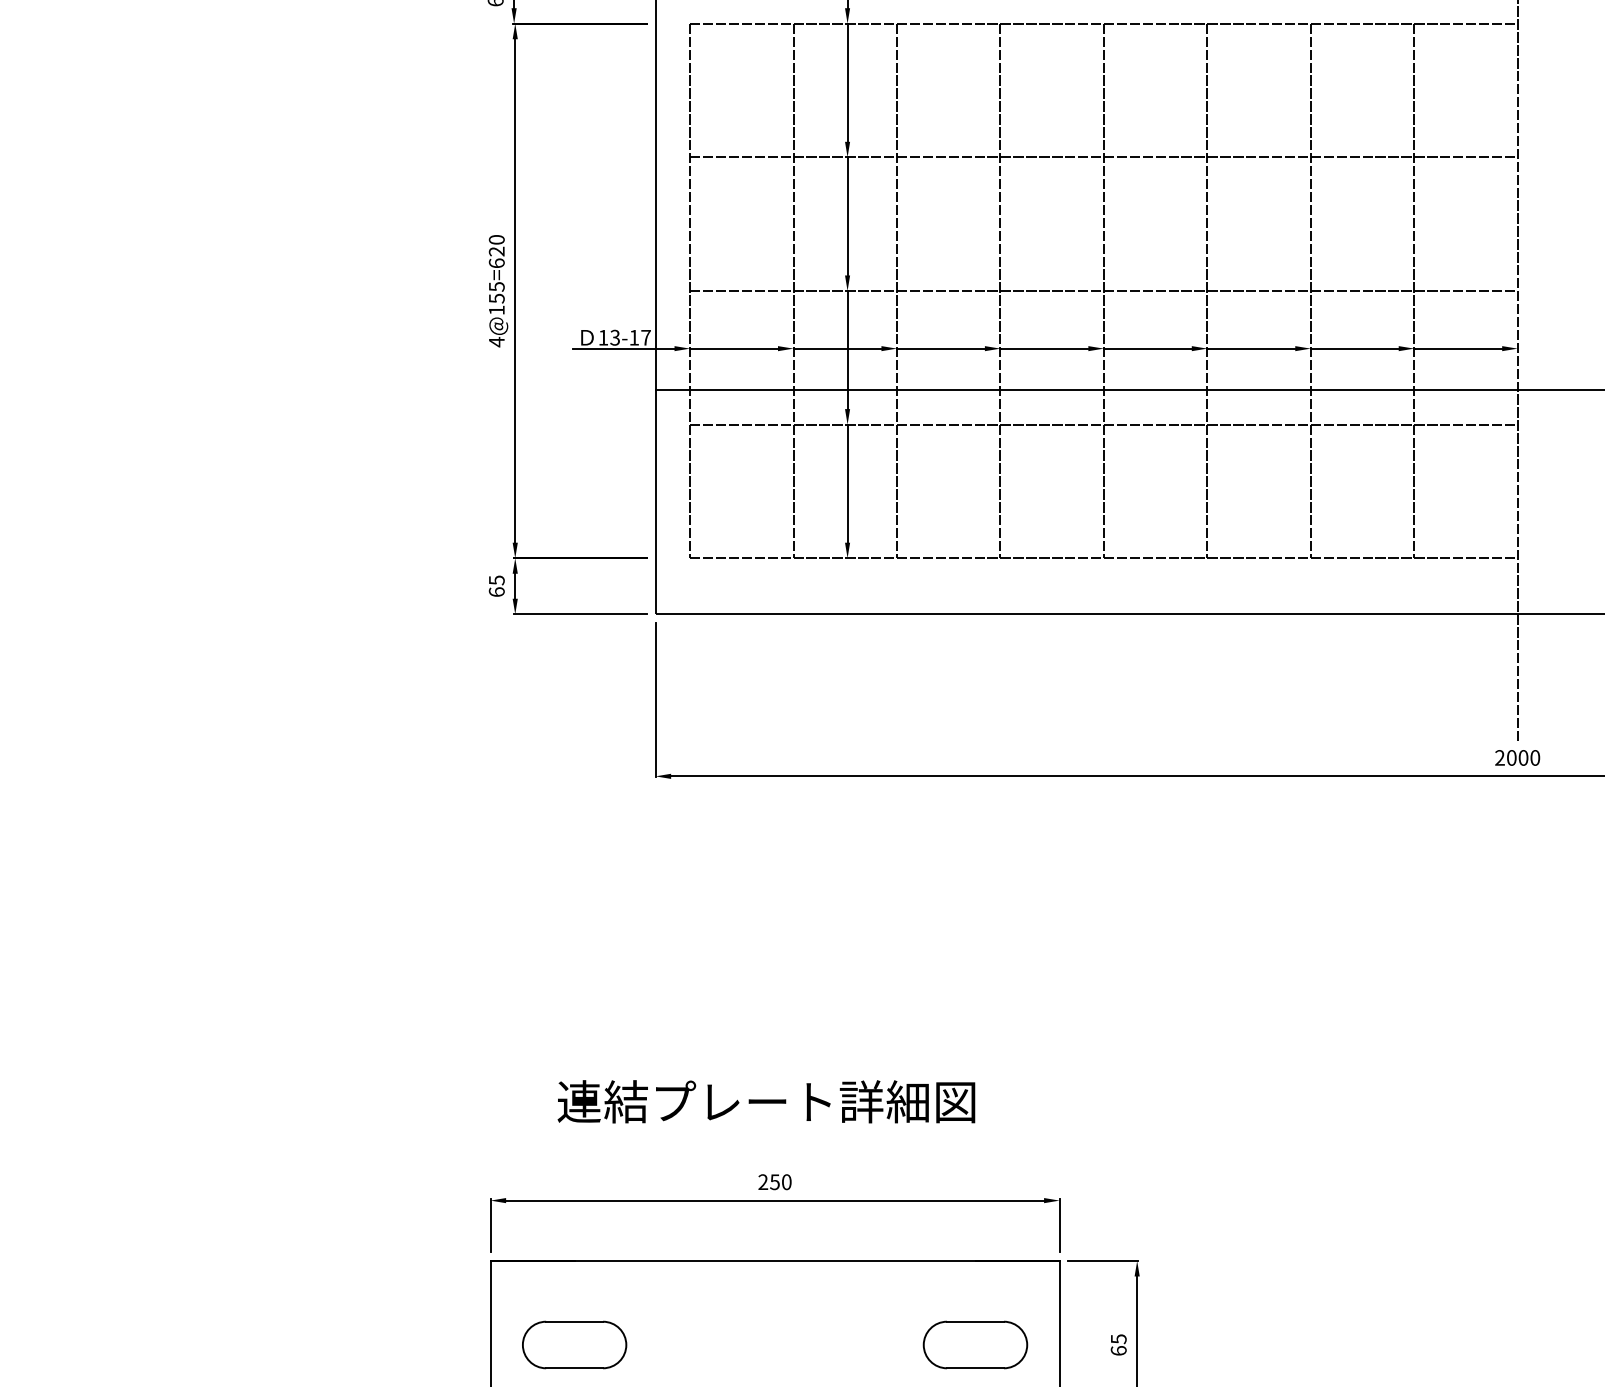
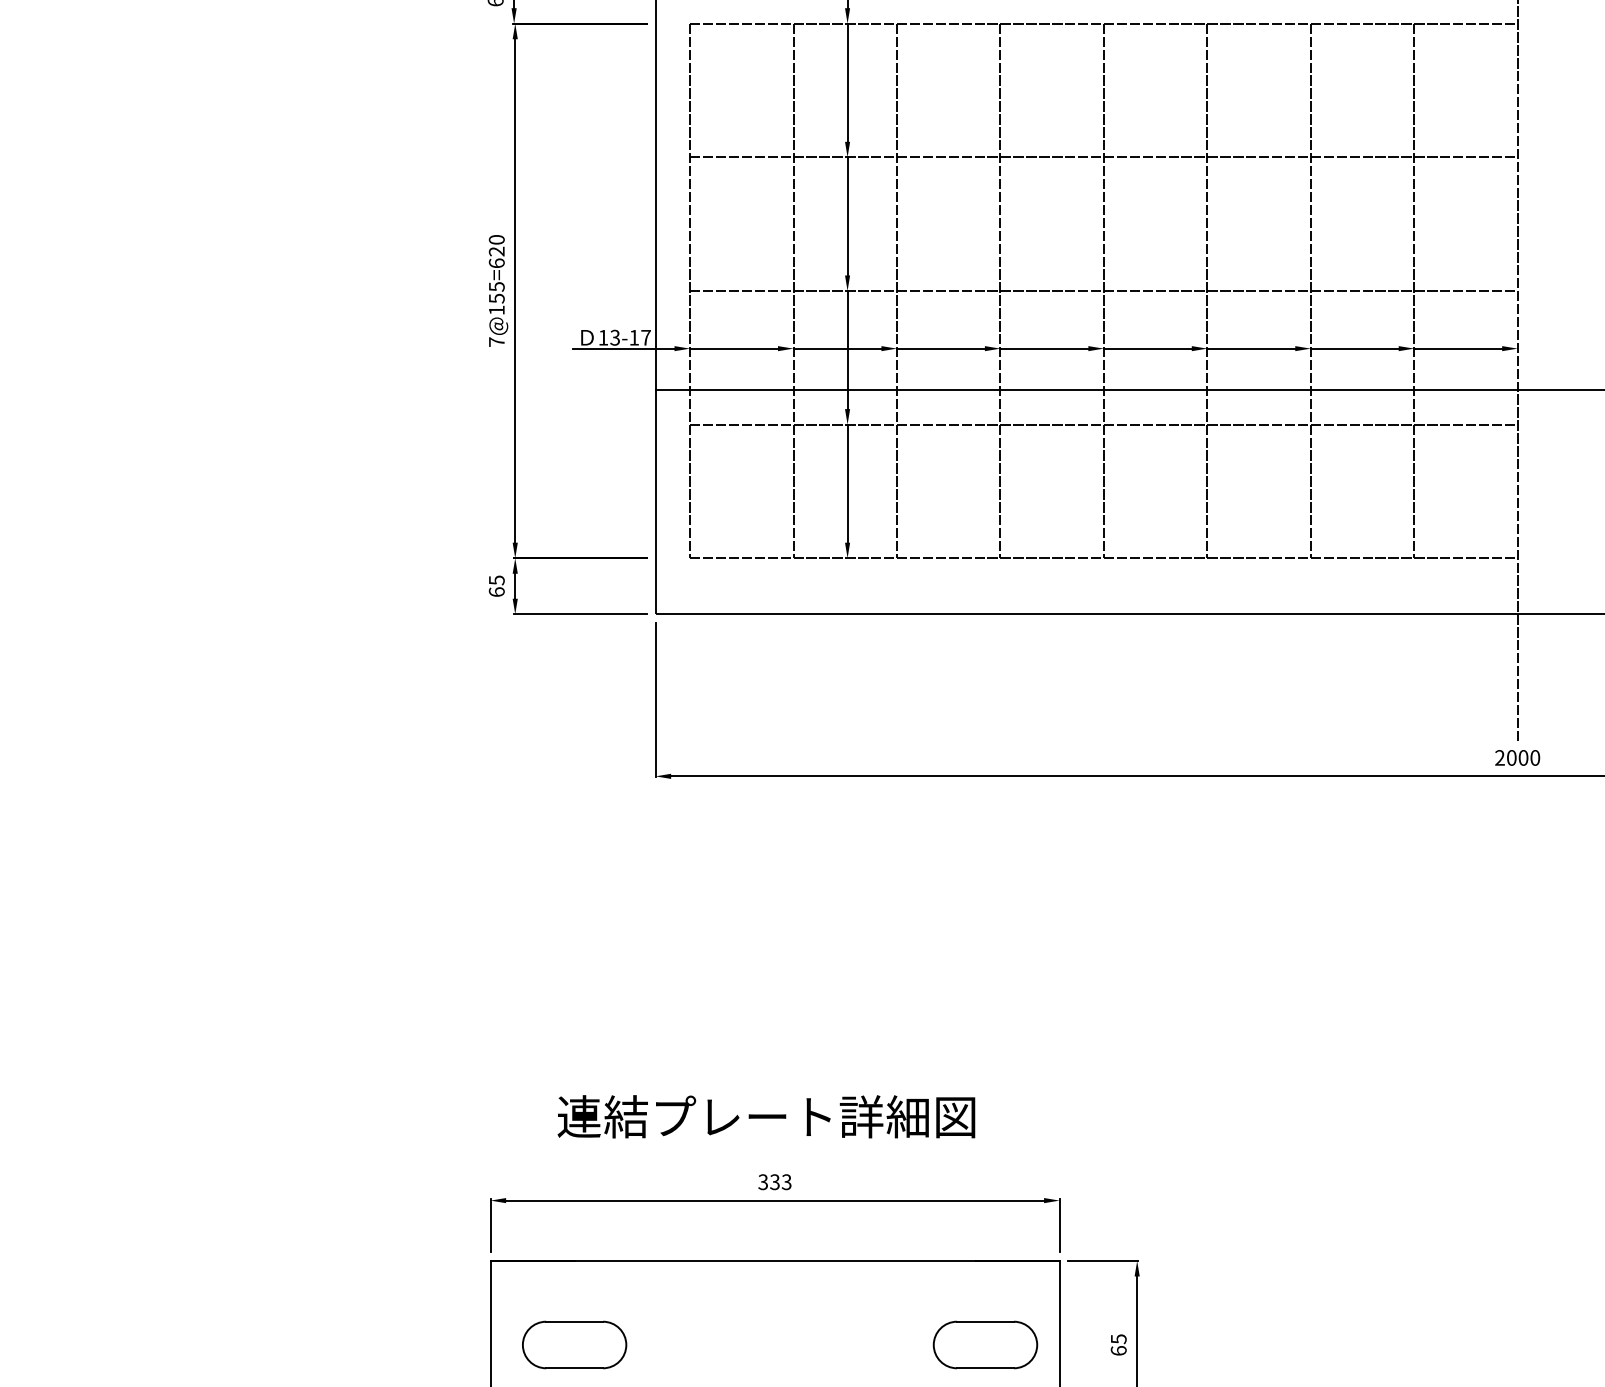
text at (496, 342): 4@155=620 -> 7@155=620
text at (766, 1101) position: (766, 1101) -> (766, 1116)
text at (774, 1182): 250 -> 333
part at (975, 1344) position: (975, 1344) -> (985, 1344)
